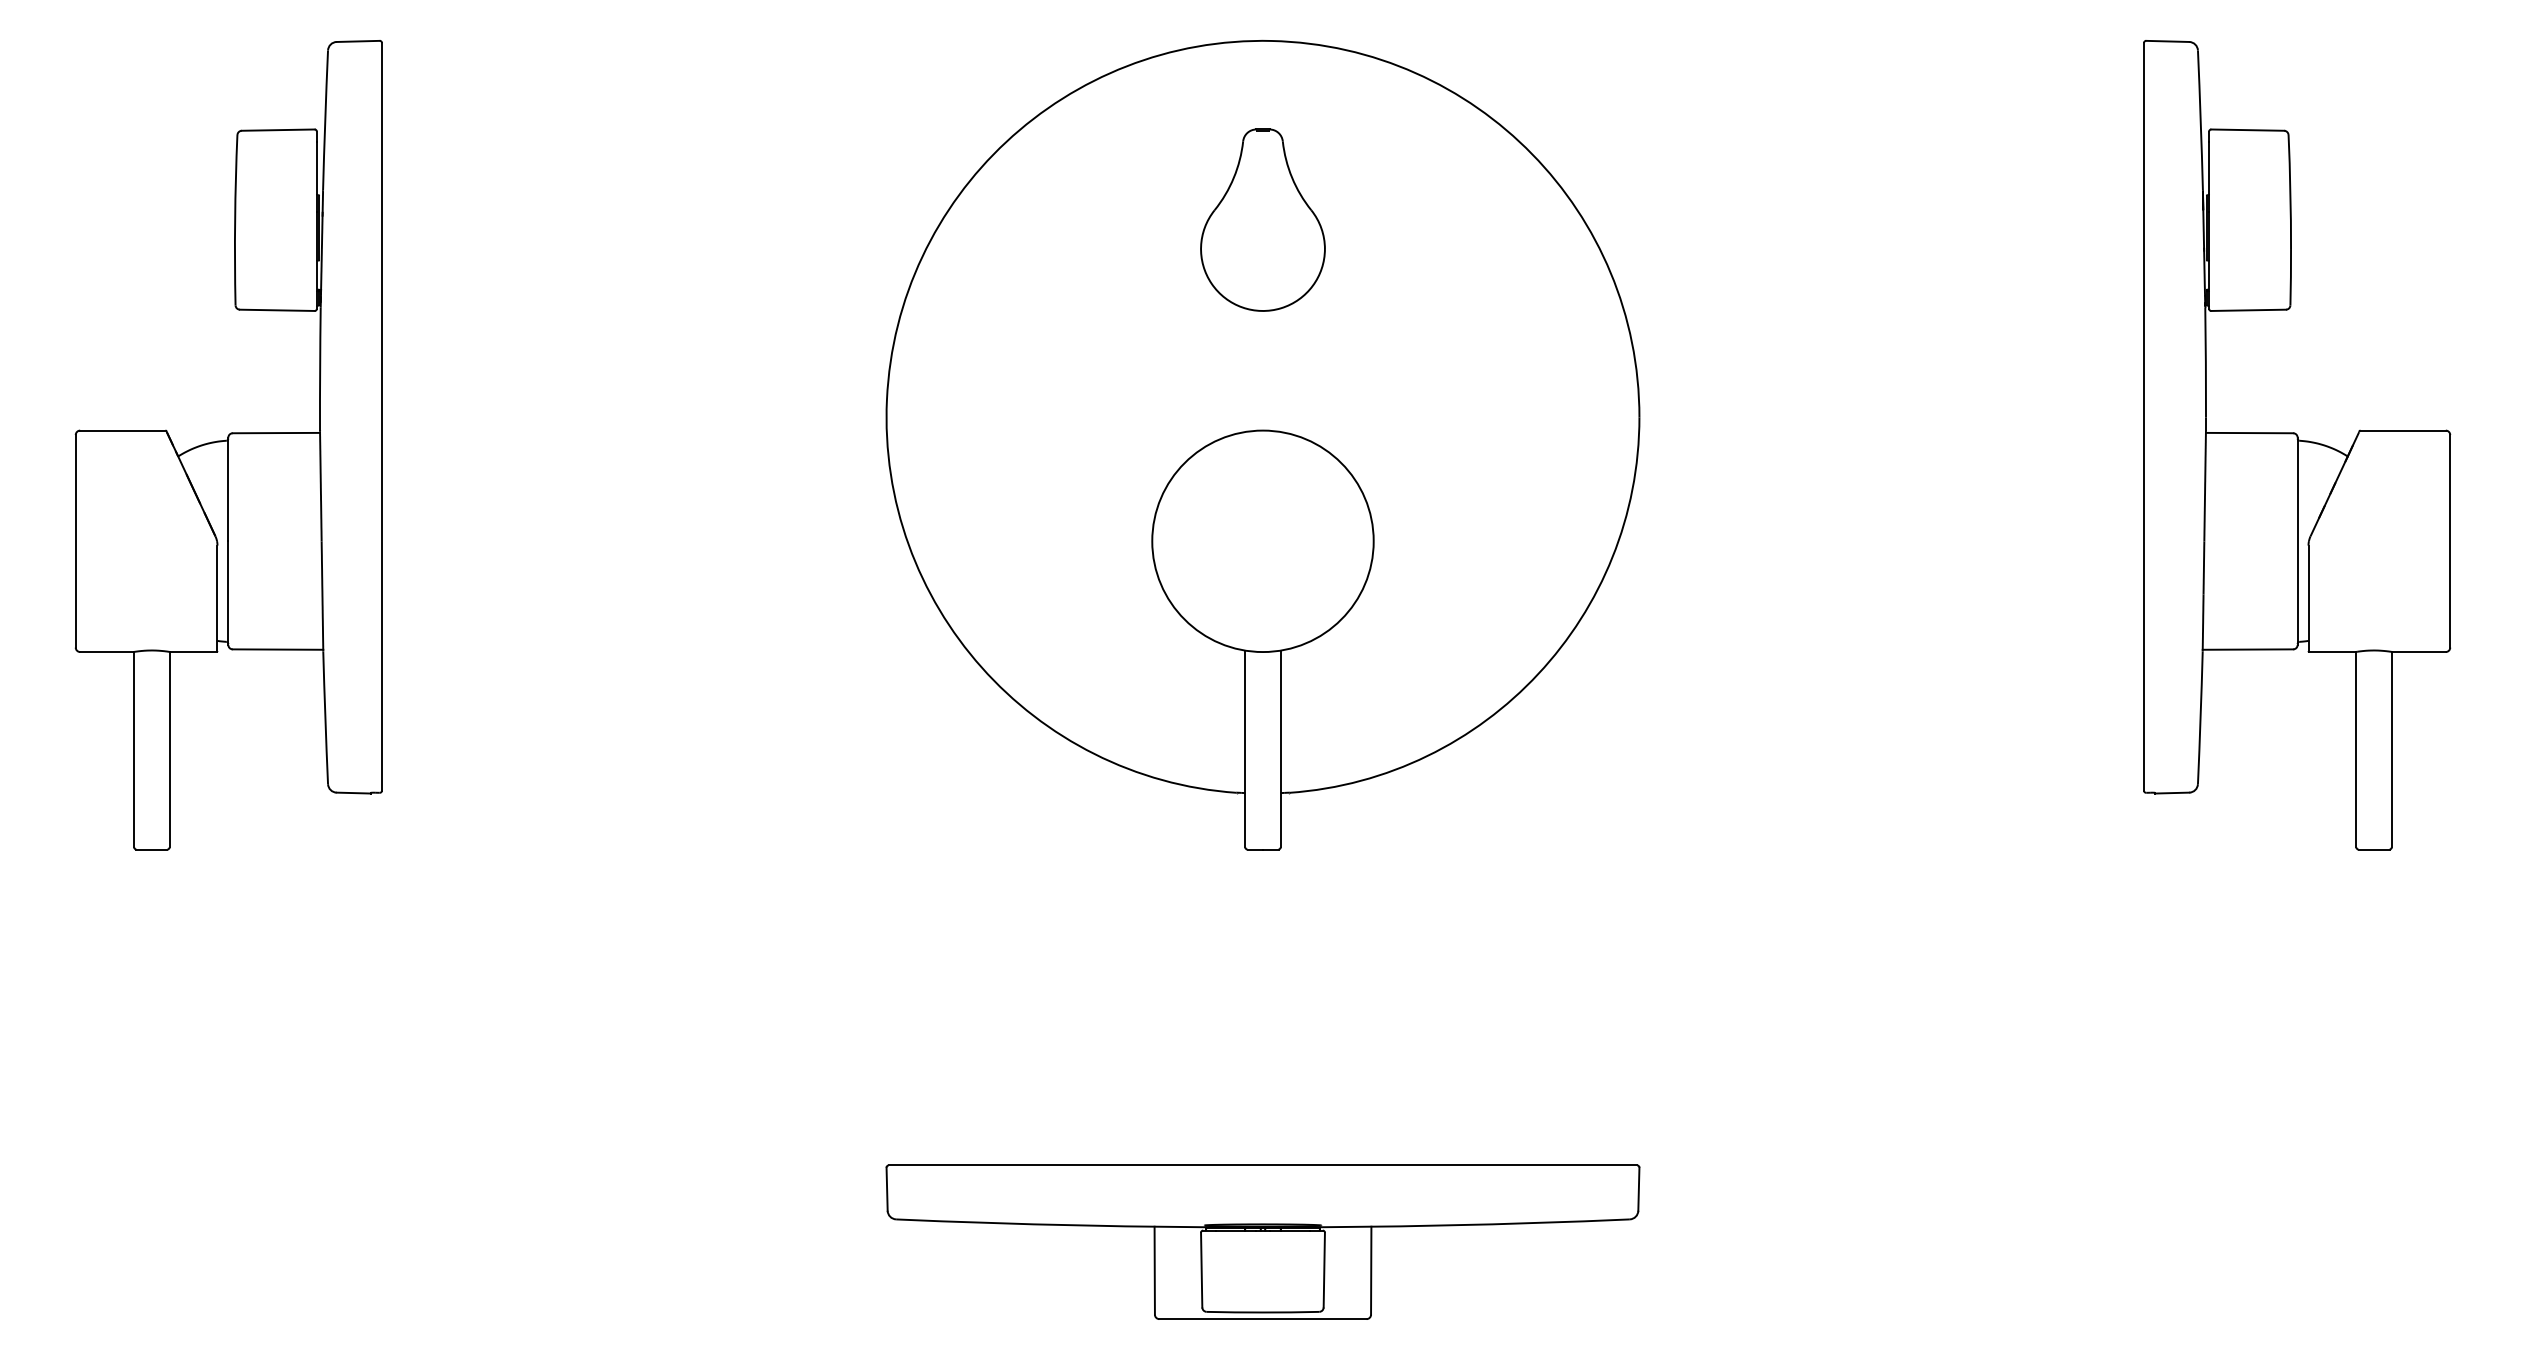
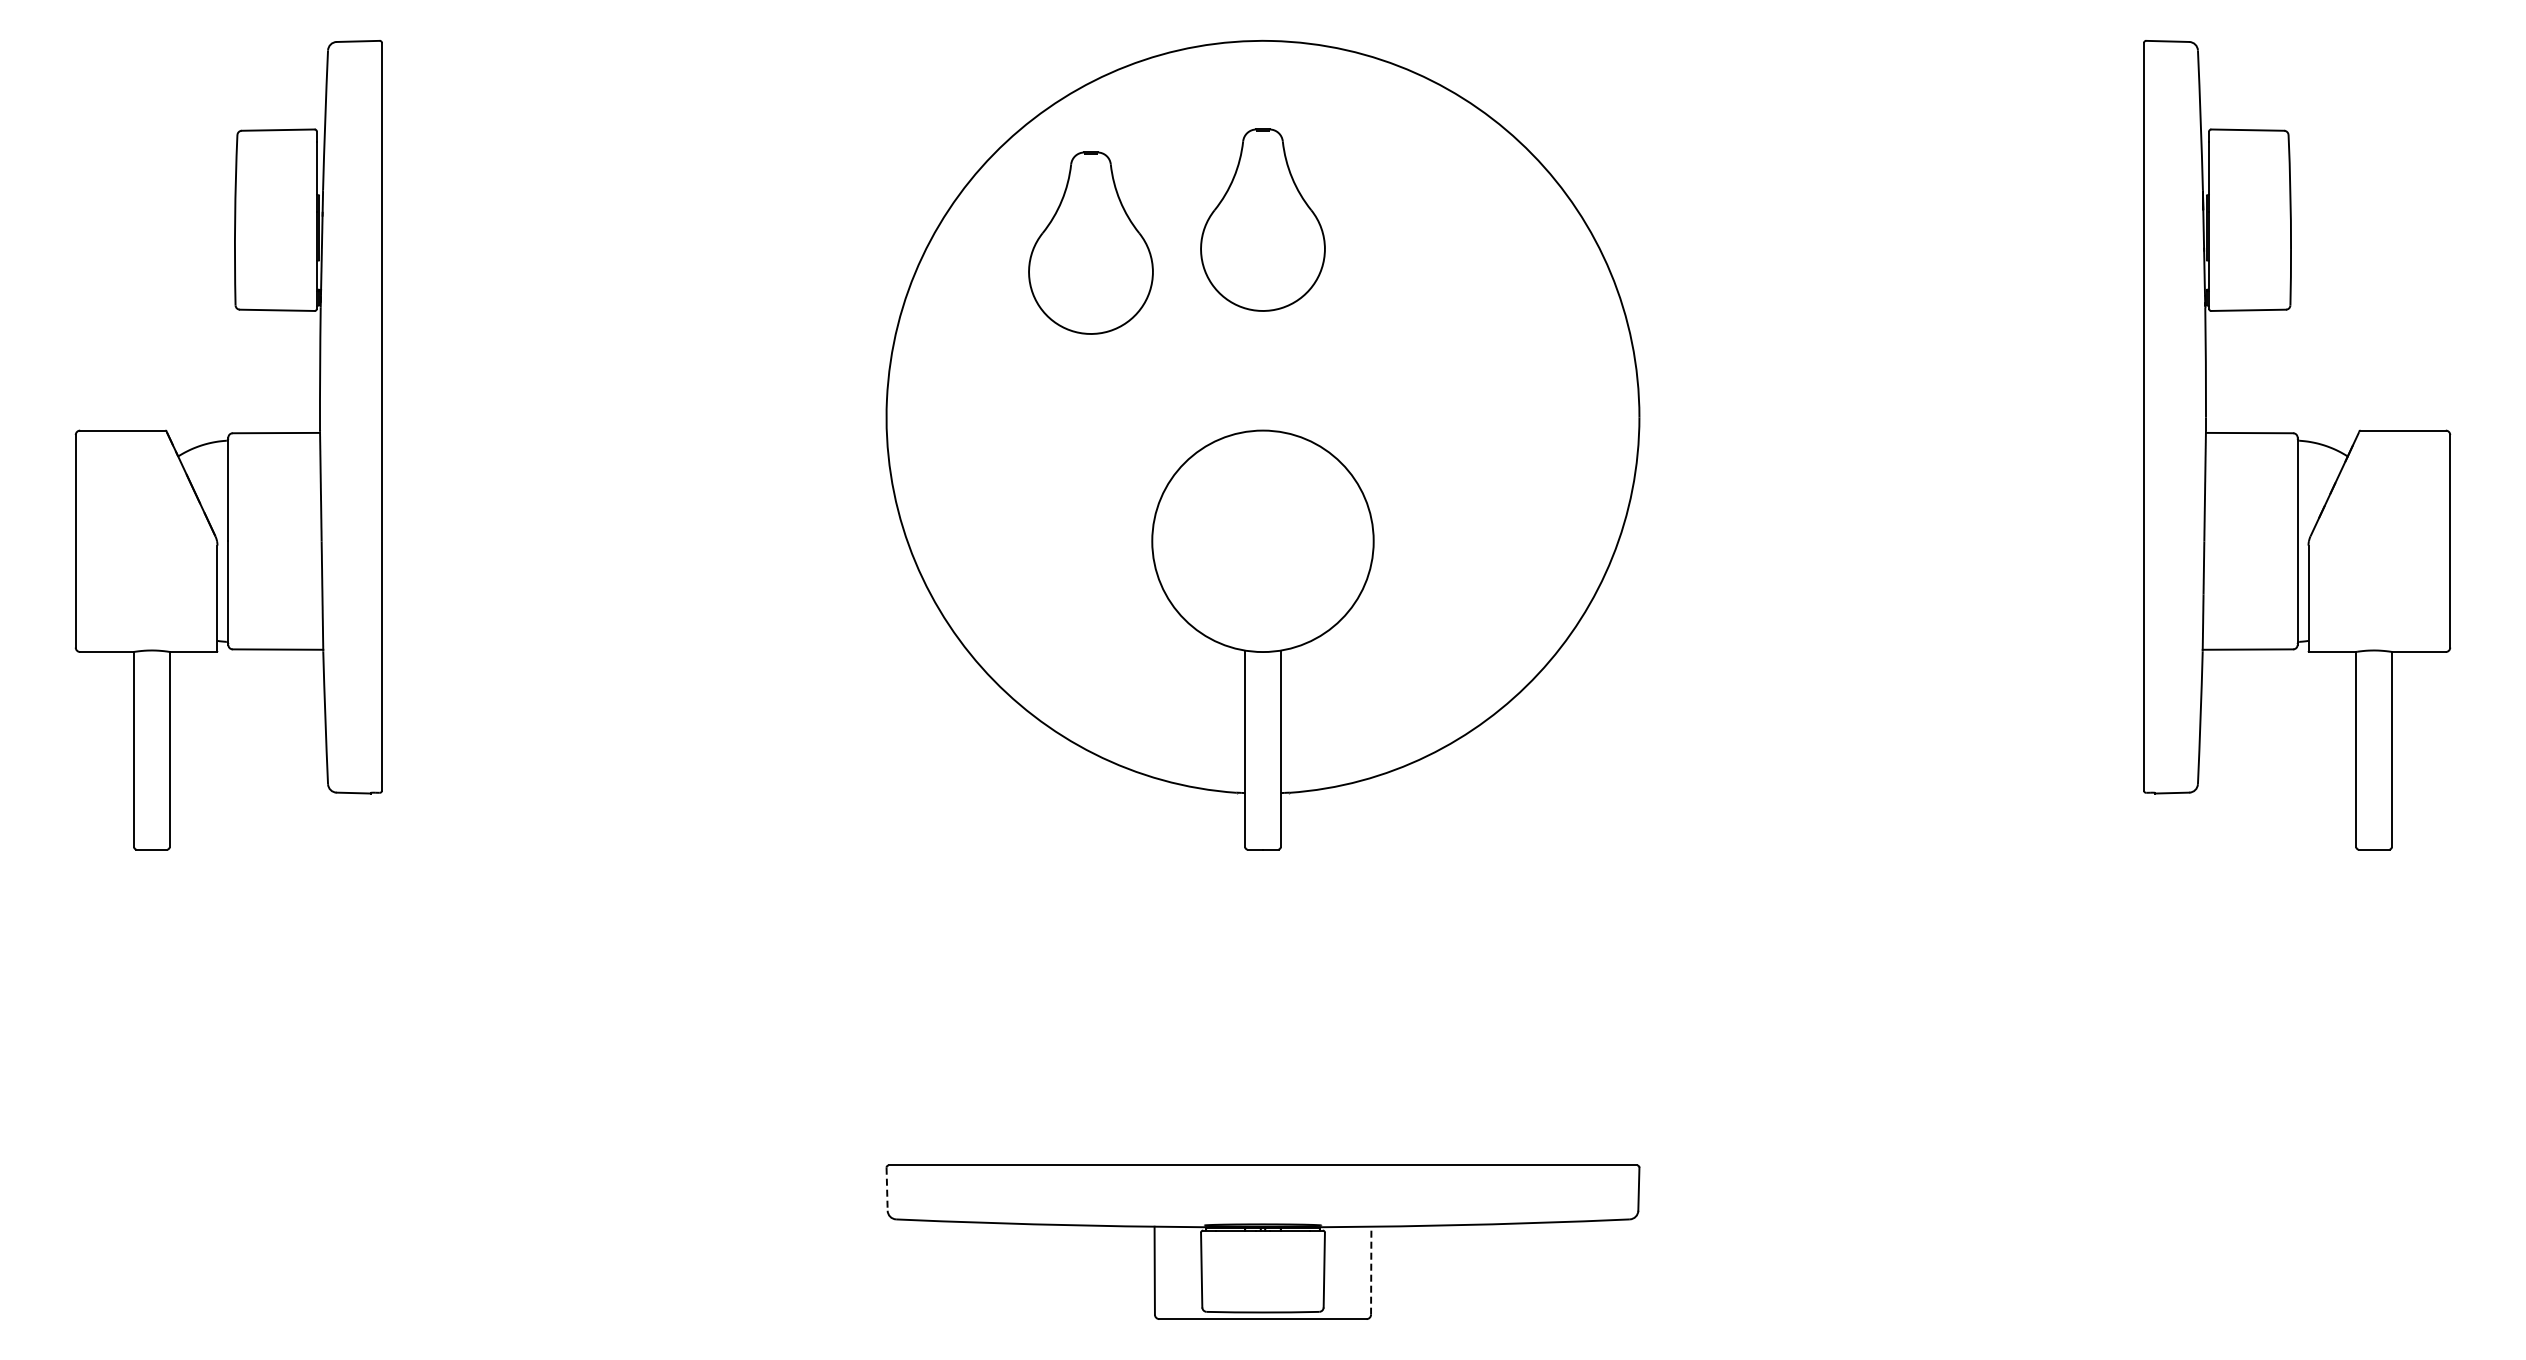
part at (1090, 242): none -> present
line at (887, 1189): solid -> dashed
line at (1371, 1270): solid -> dashed
